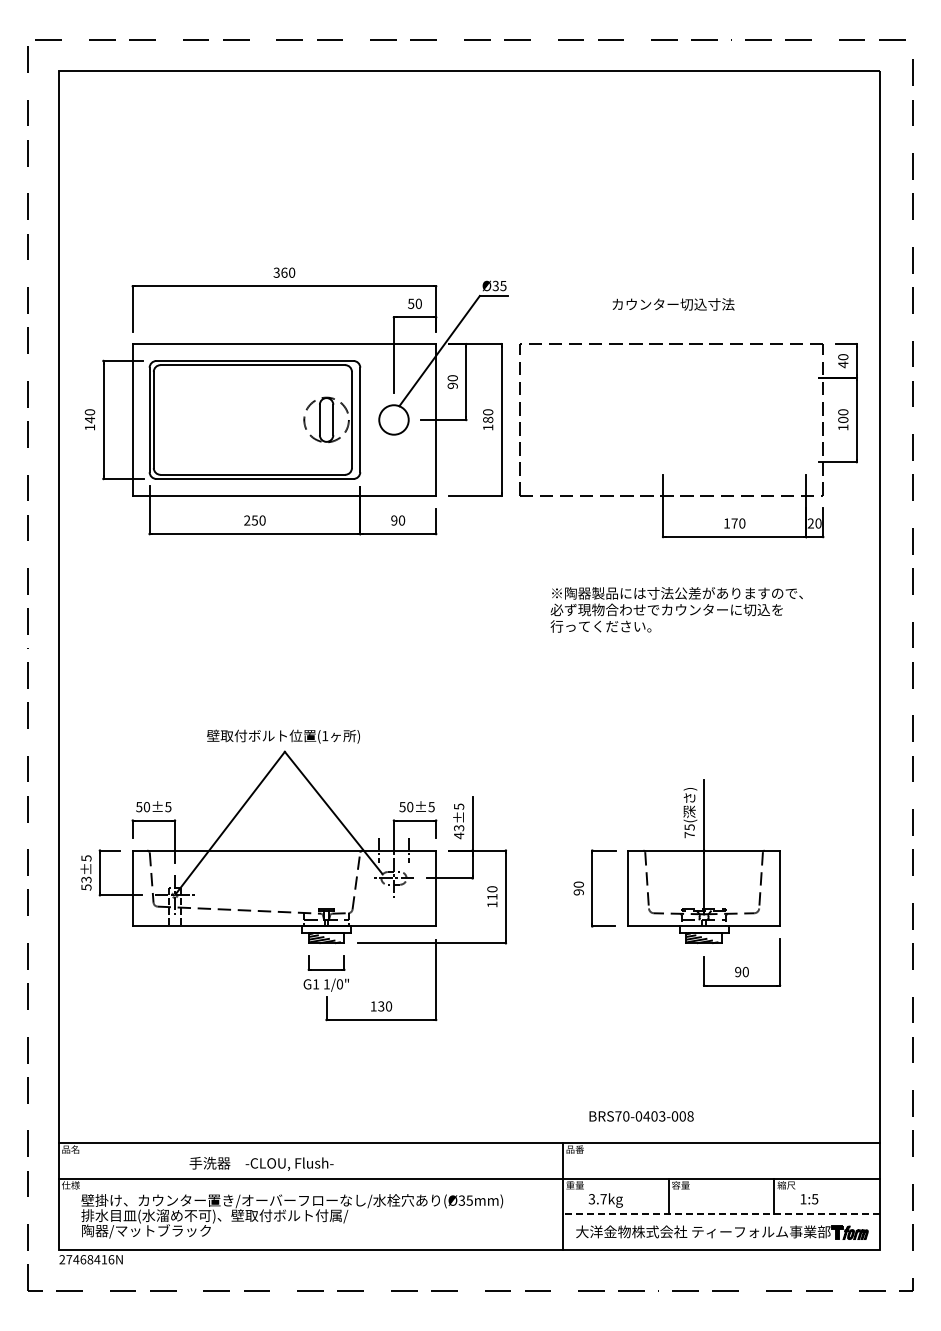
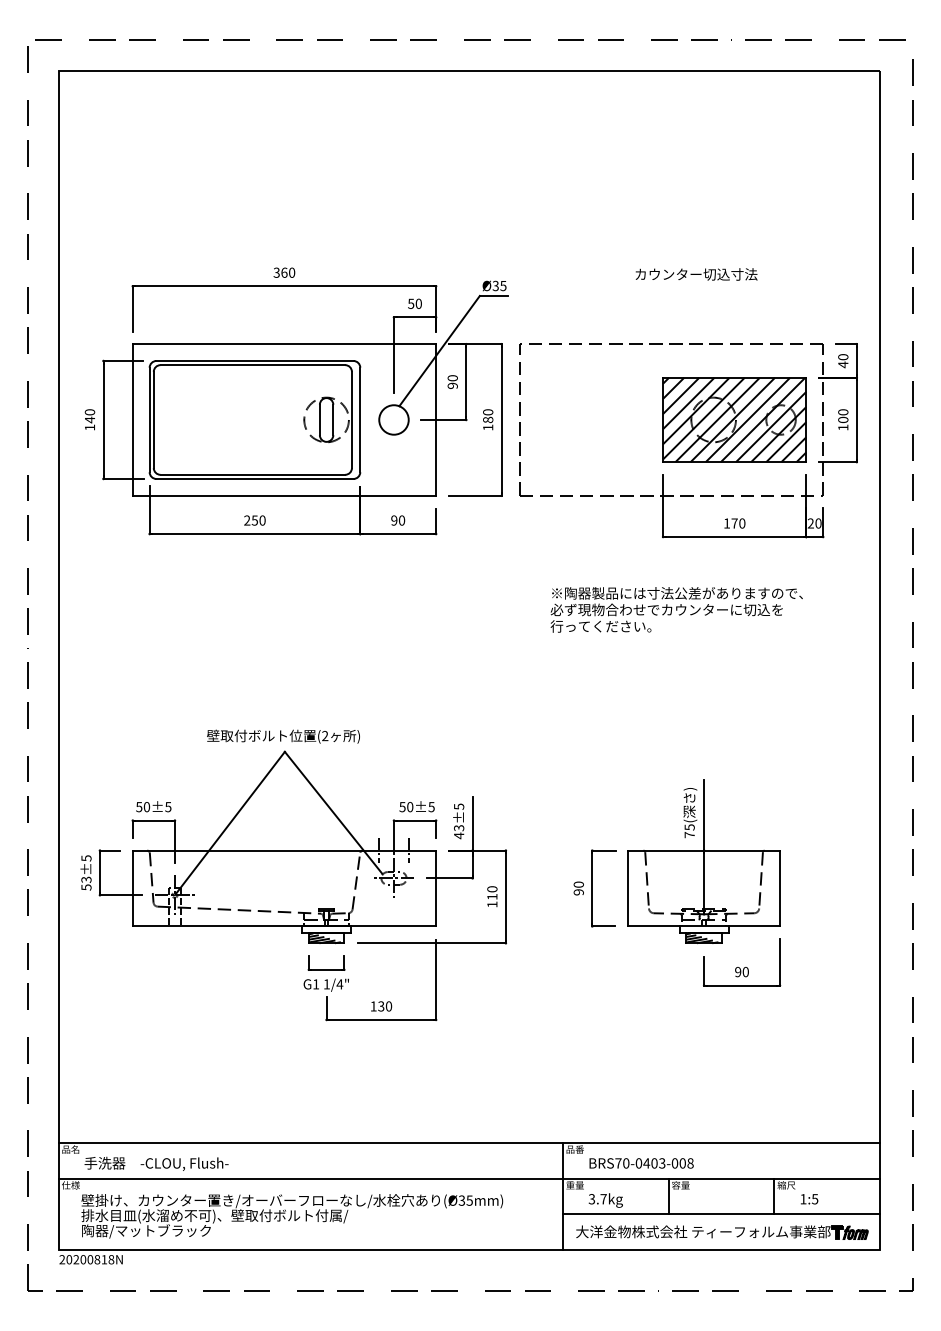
text at (673, 304) position: (673, 304) -> (696, 274)
part at (734, 419): none -> present
text at (325, 735): (1 -> (2
text at (339, 984): 1/0" -> 1/4"
text at (641, 1116) position: (641, 1116) -> (641, 1163)
text at (261, 1163) position: (261, 1163) -> (156, 1163)
line at (721, 1214): dashed -> solid
text at (90, 1259): 27468416N -> 20200818N
